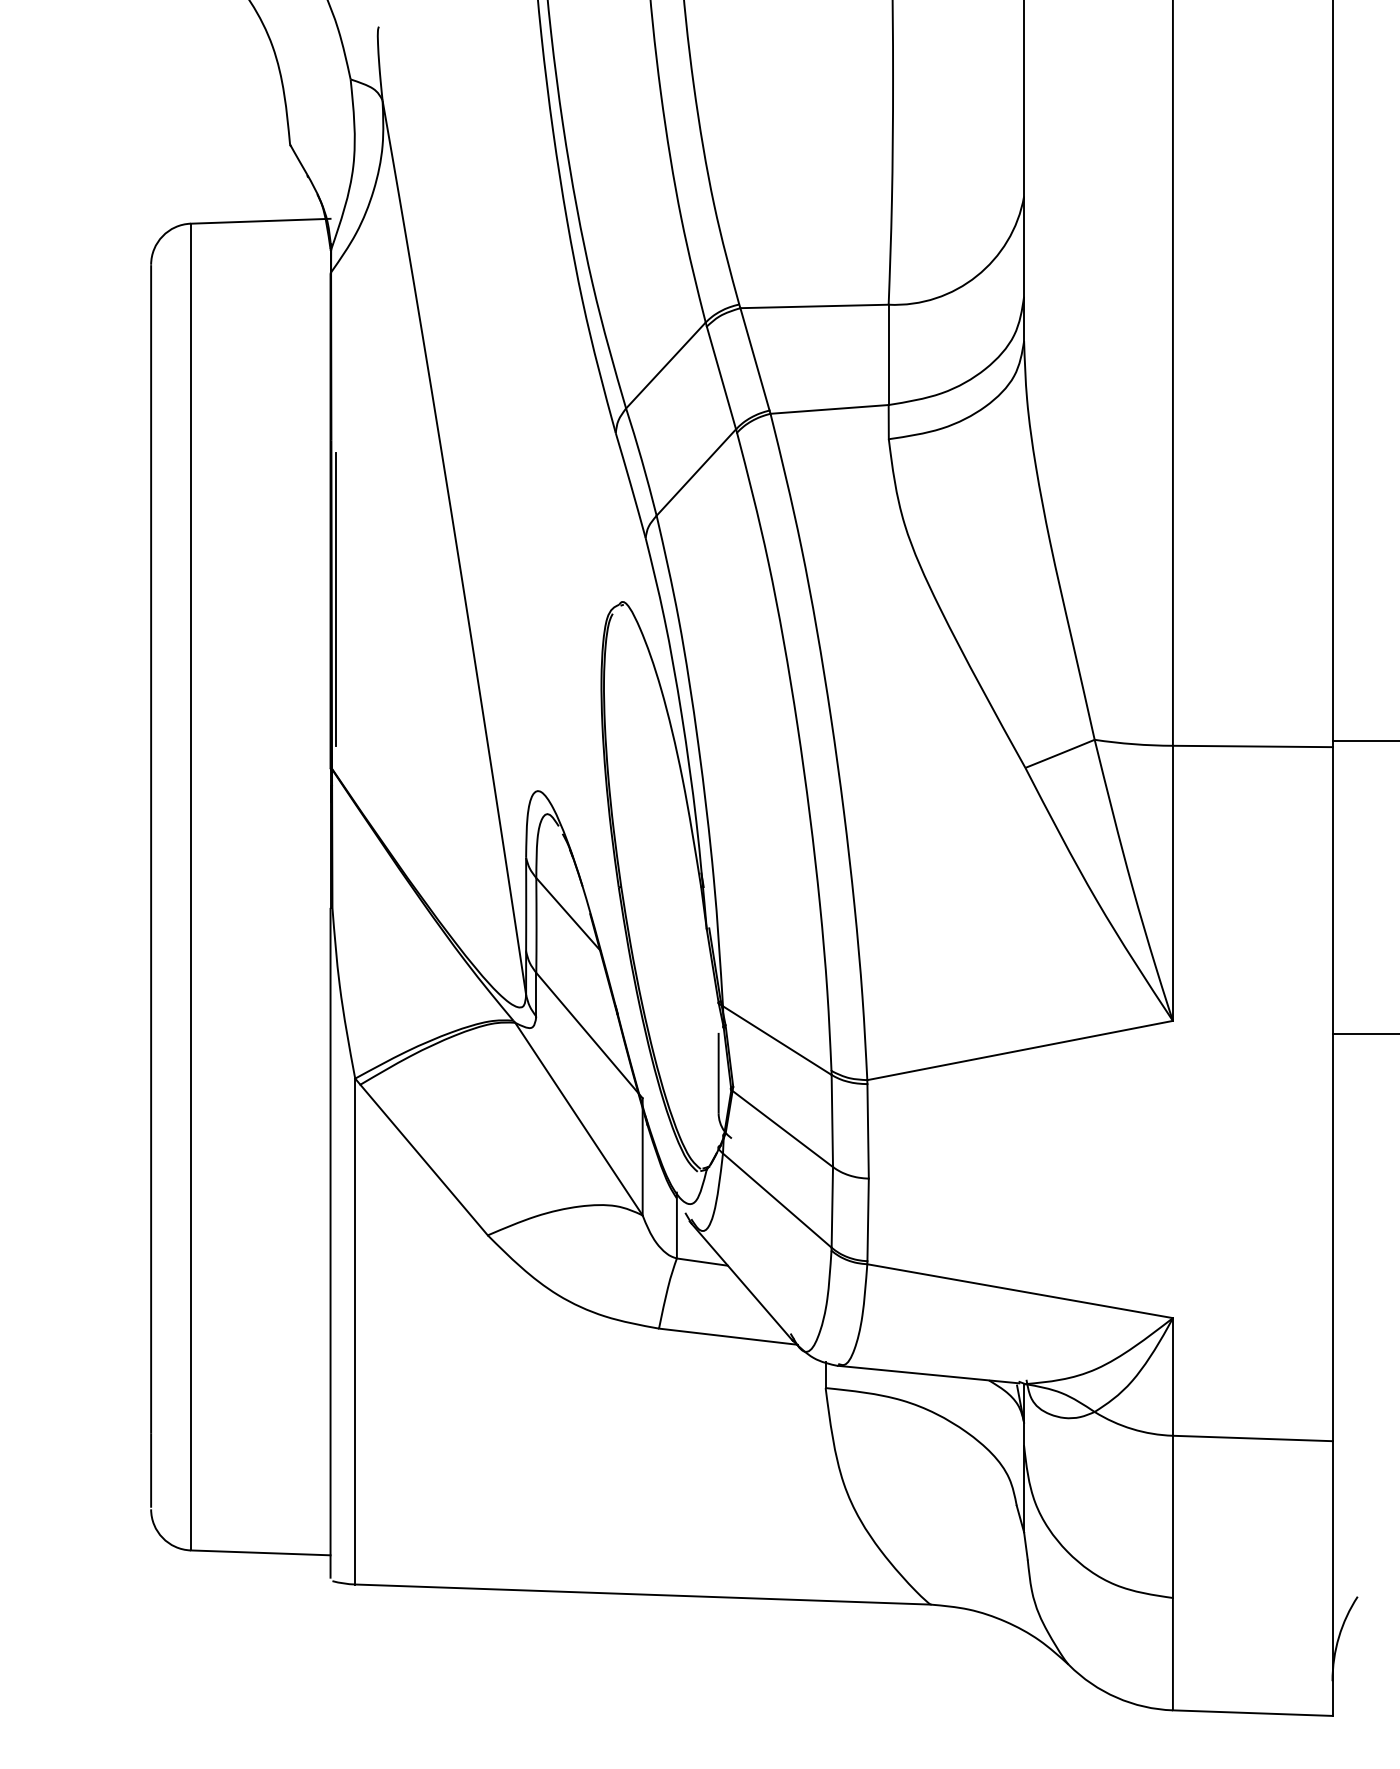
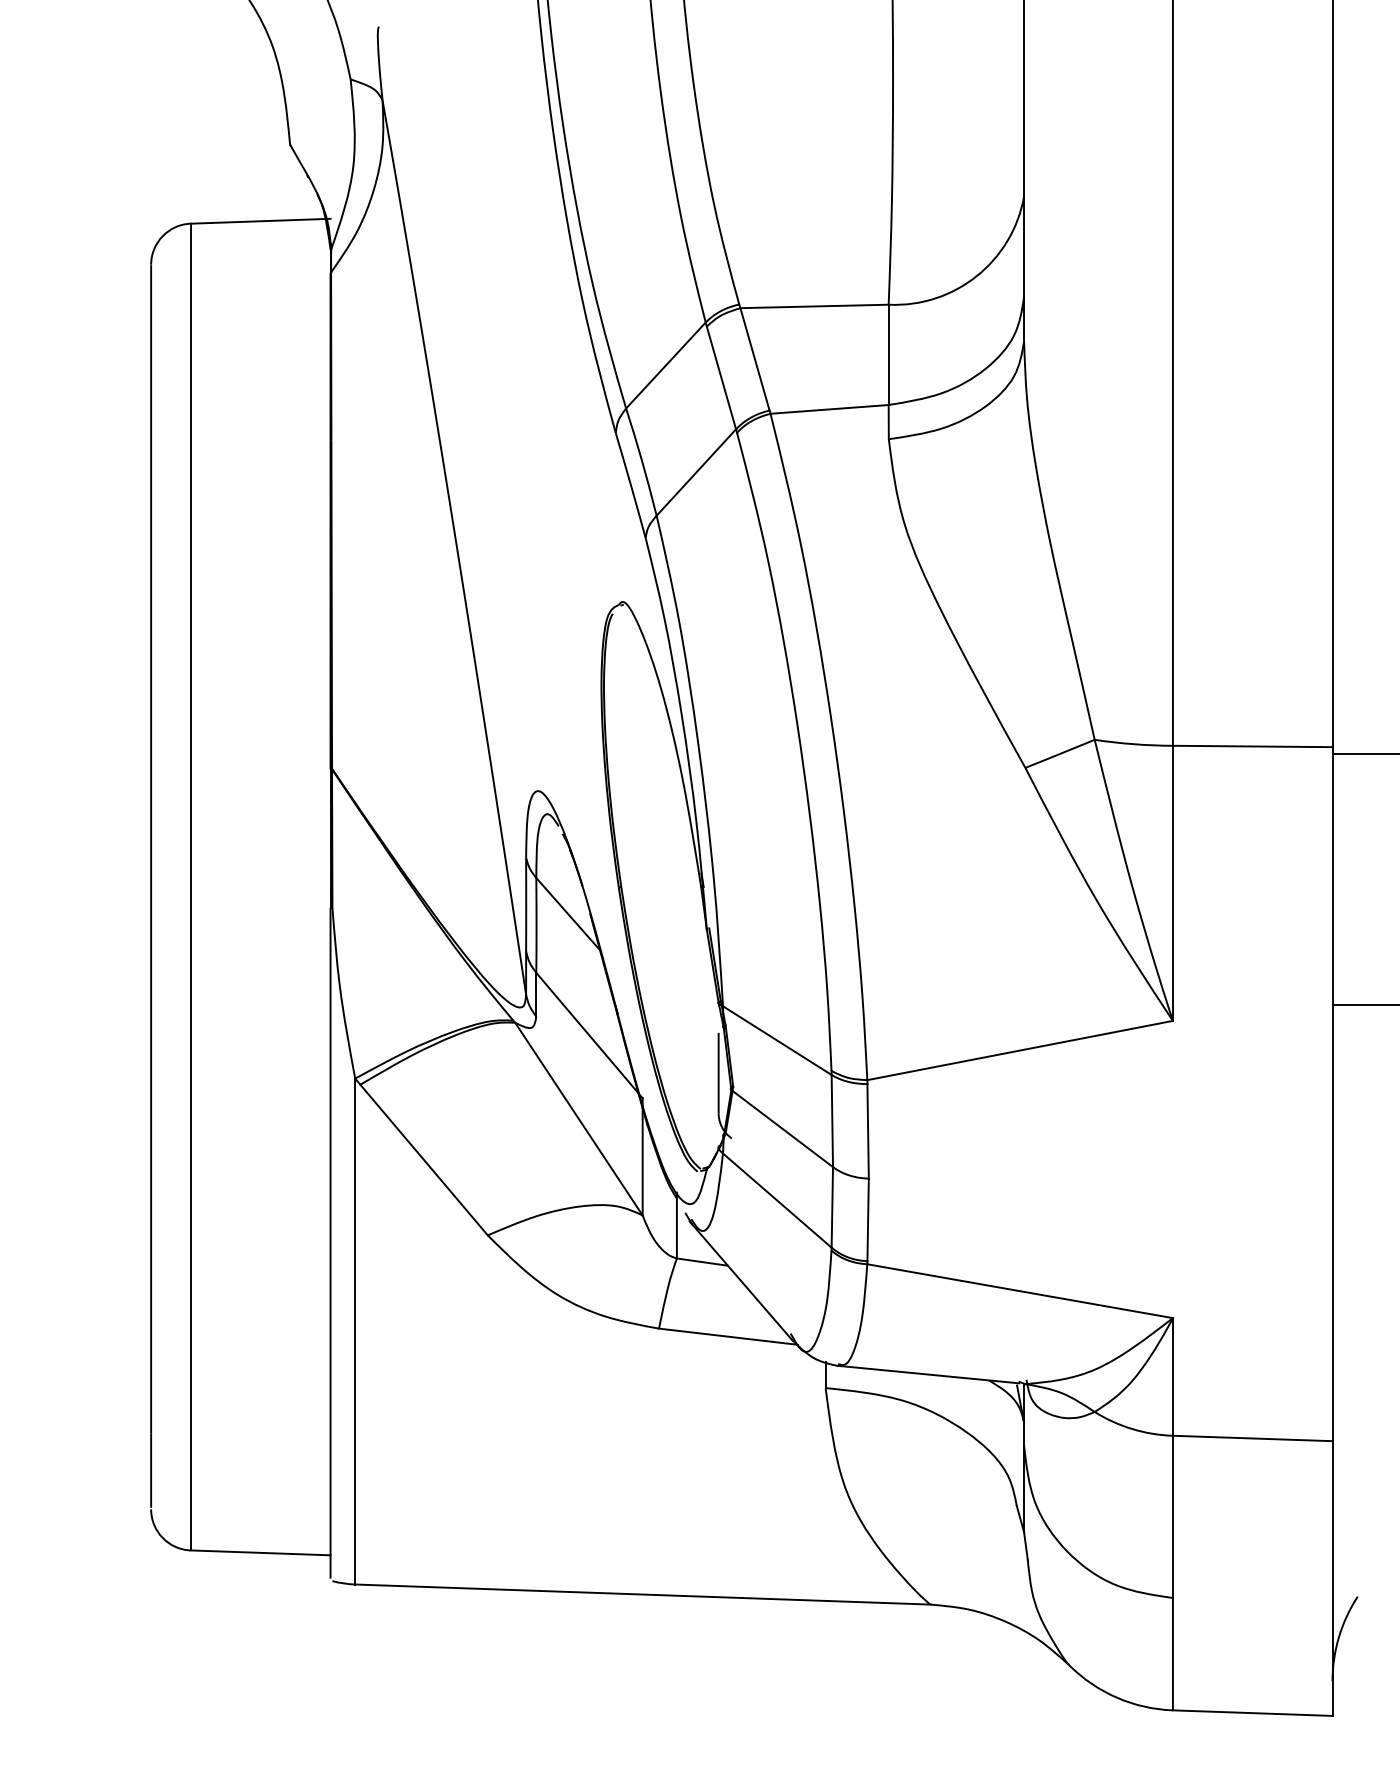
line at (335, 599): present -> none
line at (1364, 740) position: (1364, 740) -> (1364, 753)
line at (1364, 1033) position: (1364, 1033) -> (1364, 1004)
